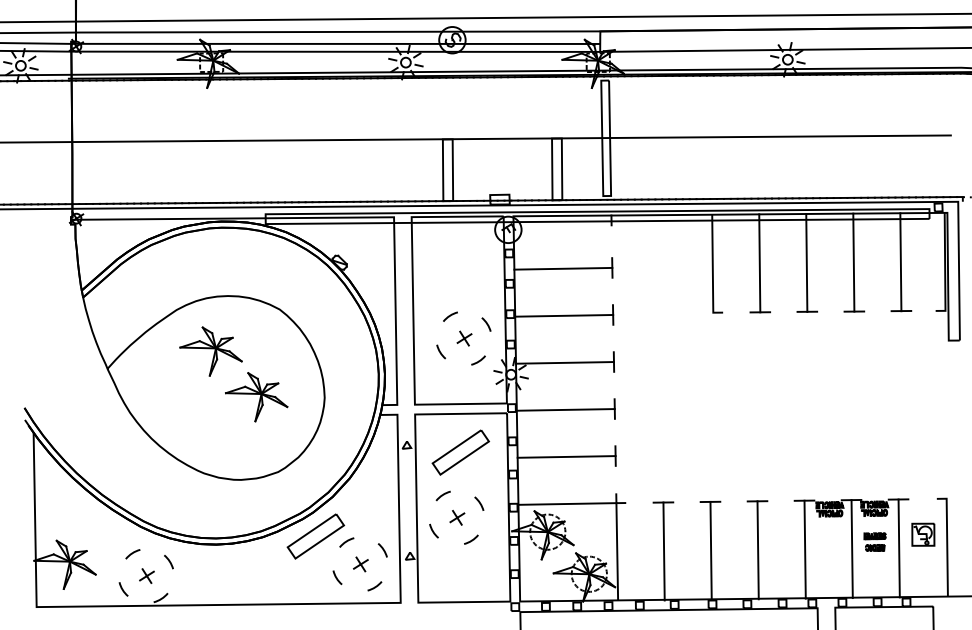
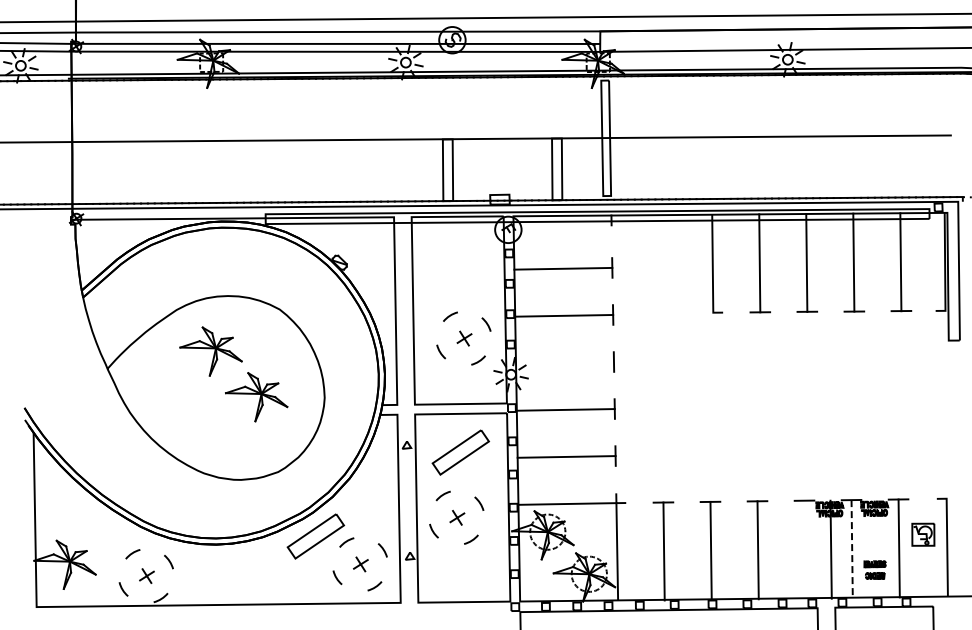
line at (564, 362): present -> none
part at (874, 541) position: (874, 541) -> (874, 569)
line at (804, 549) position: (804, 549) -> (830, 549)
line at (852, 549): solid -> dashed
